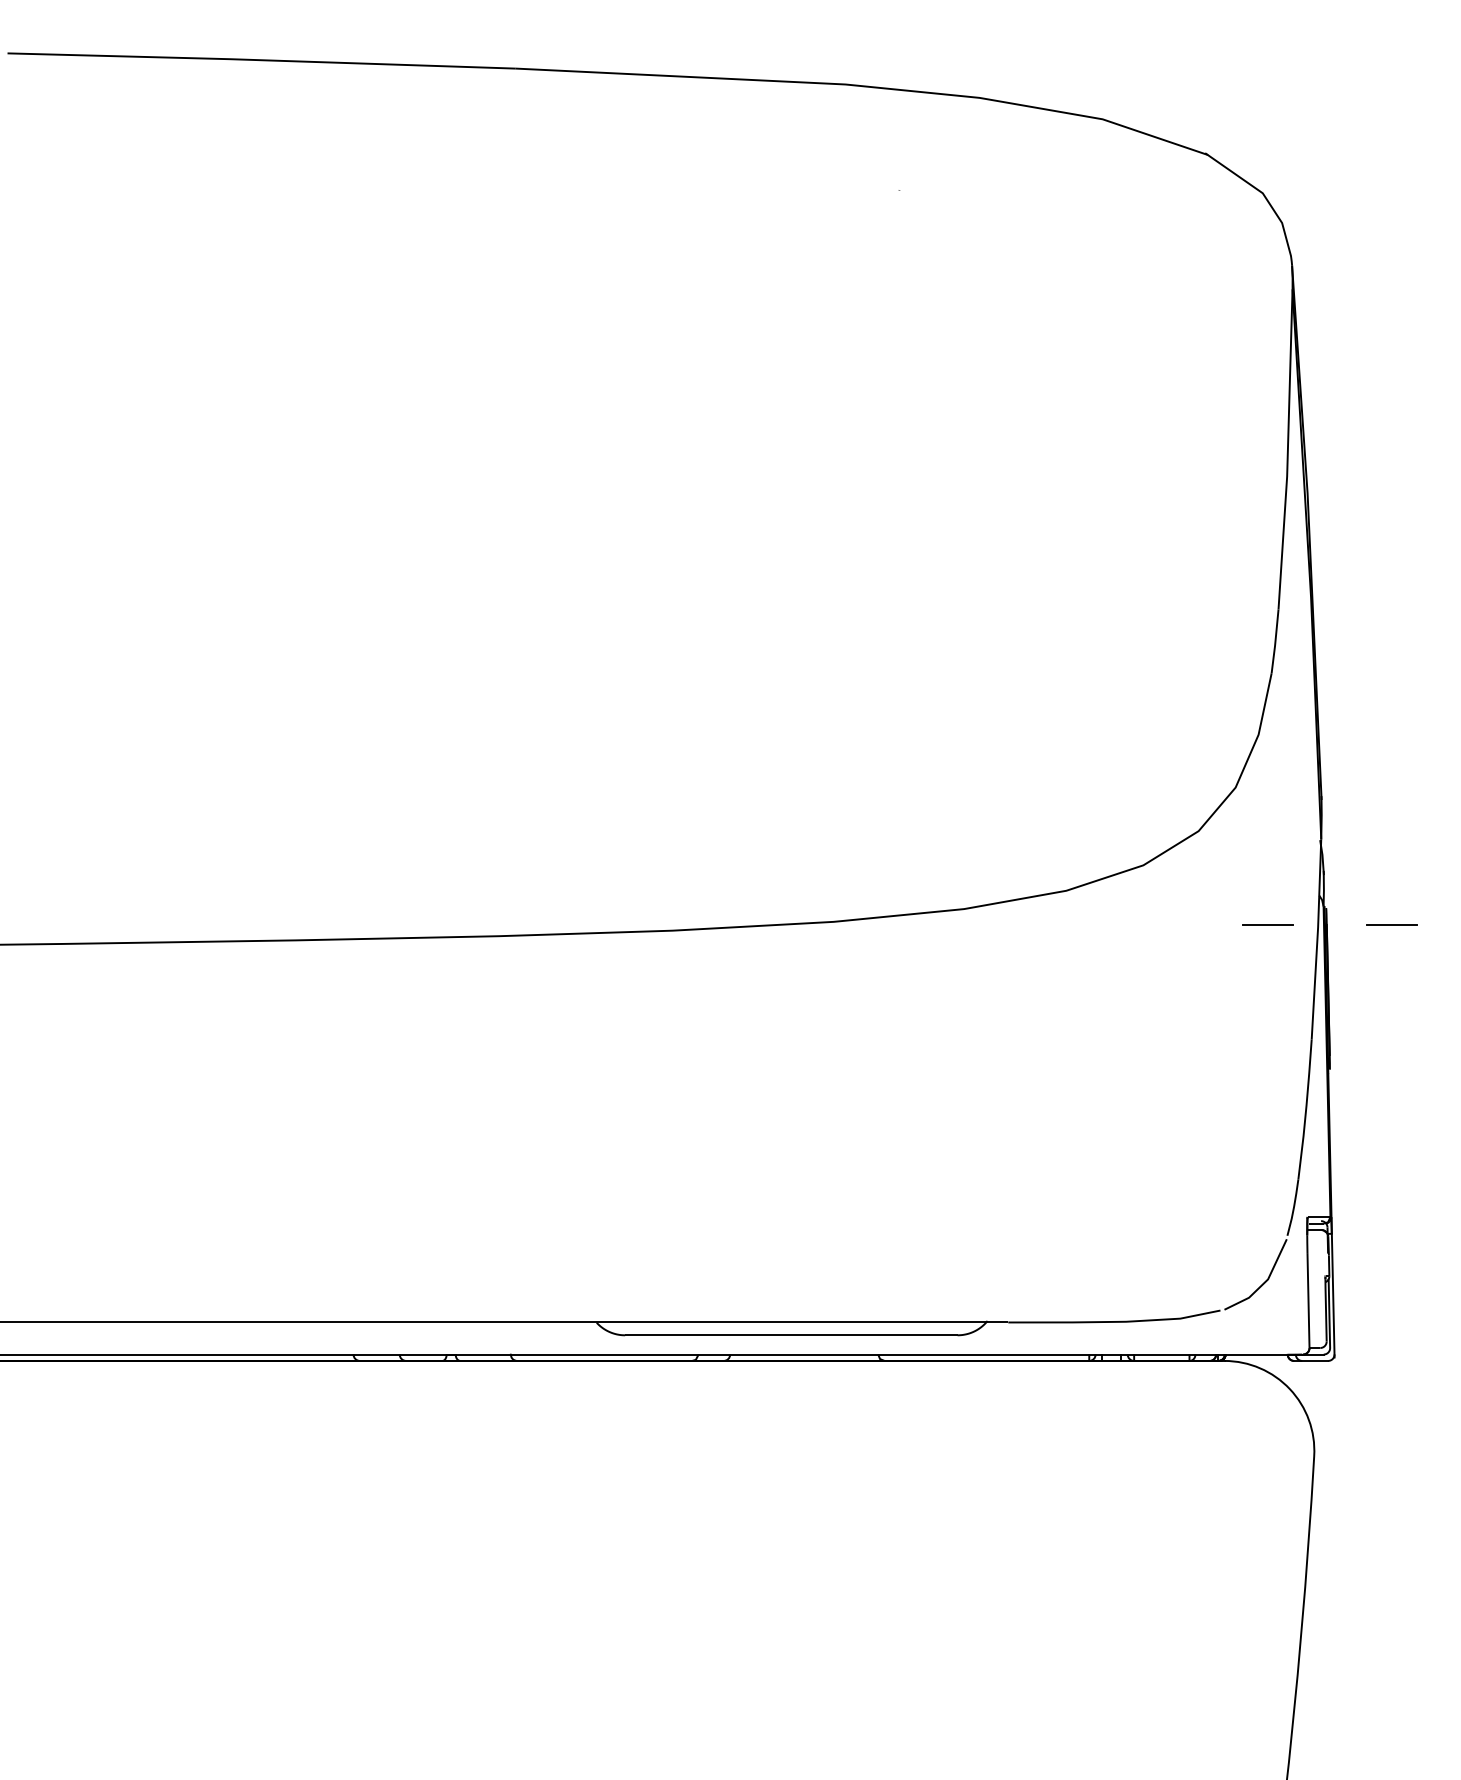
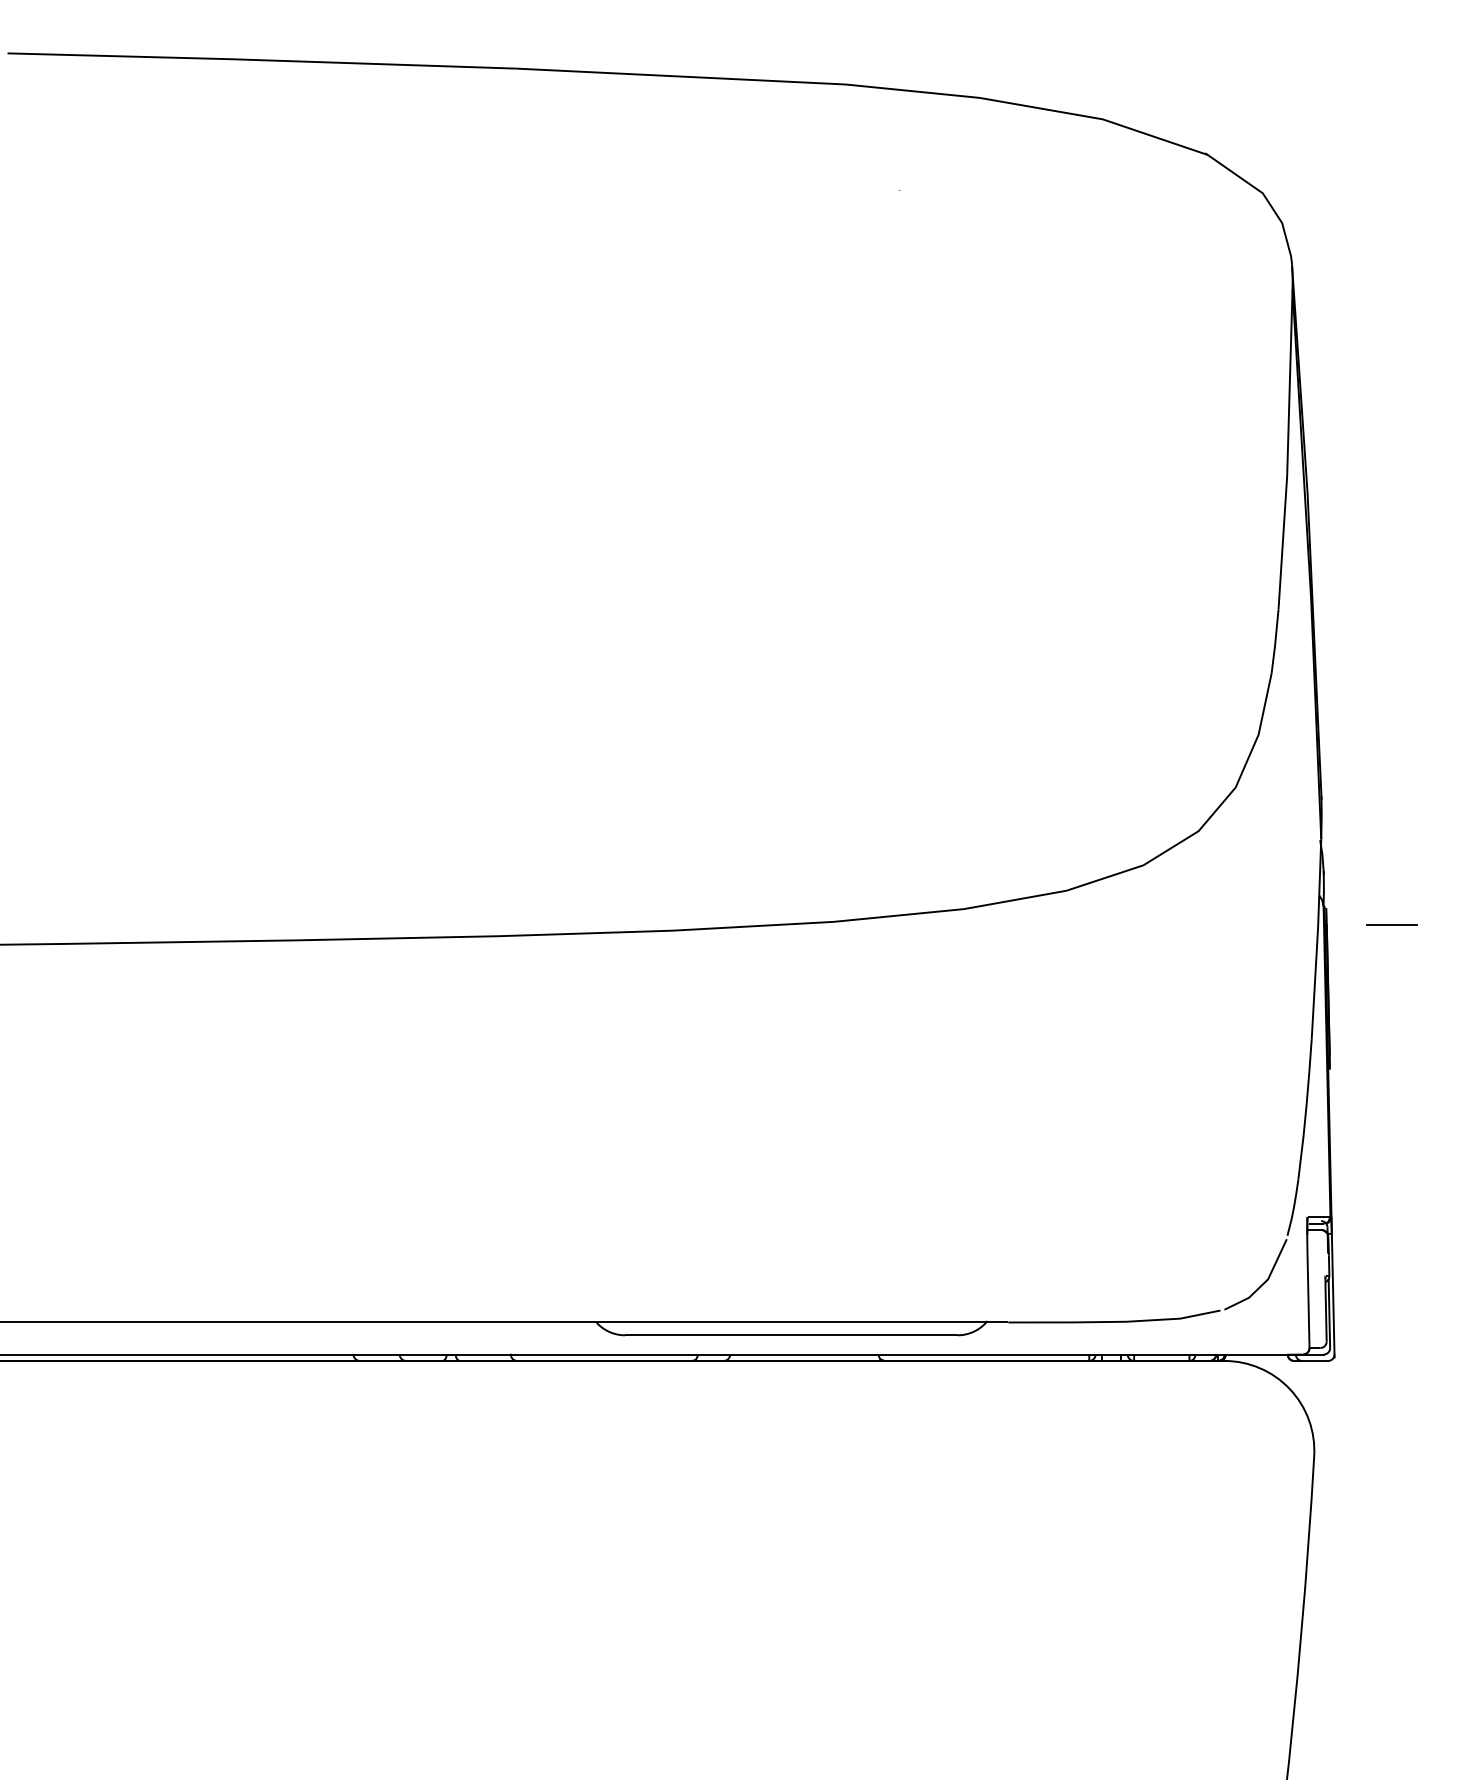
line at (1267, 924): present -> none
